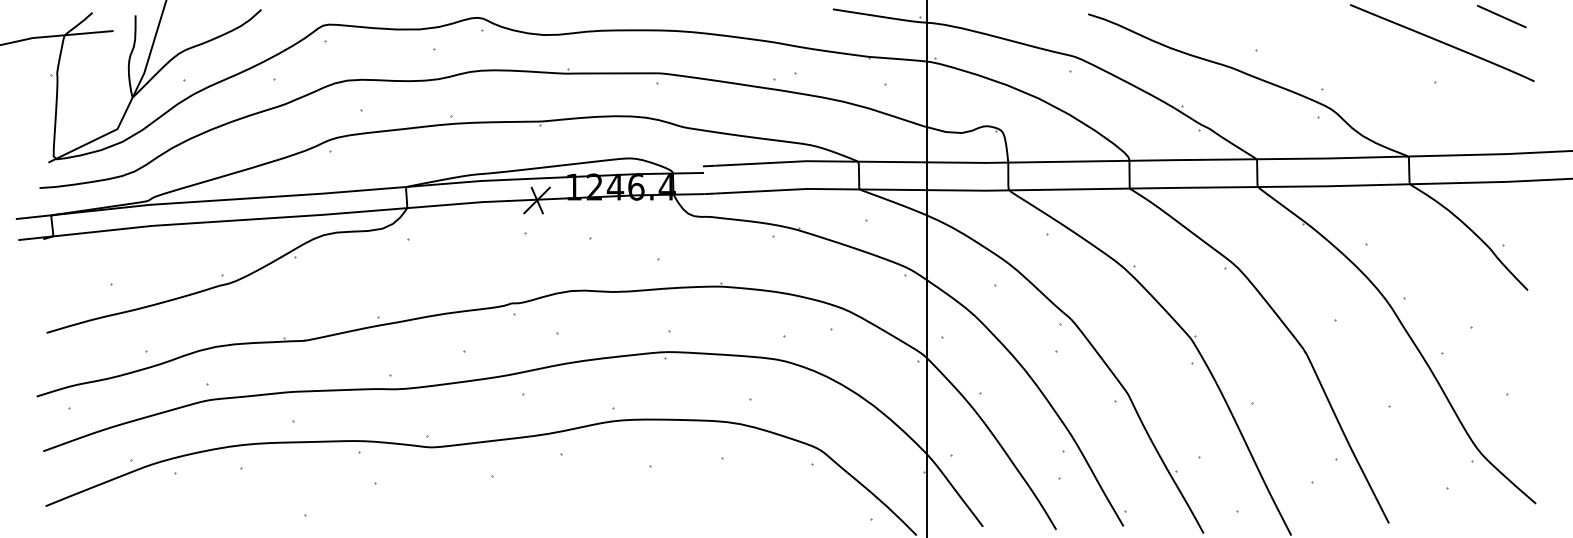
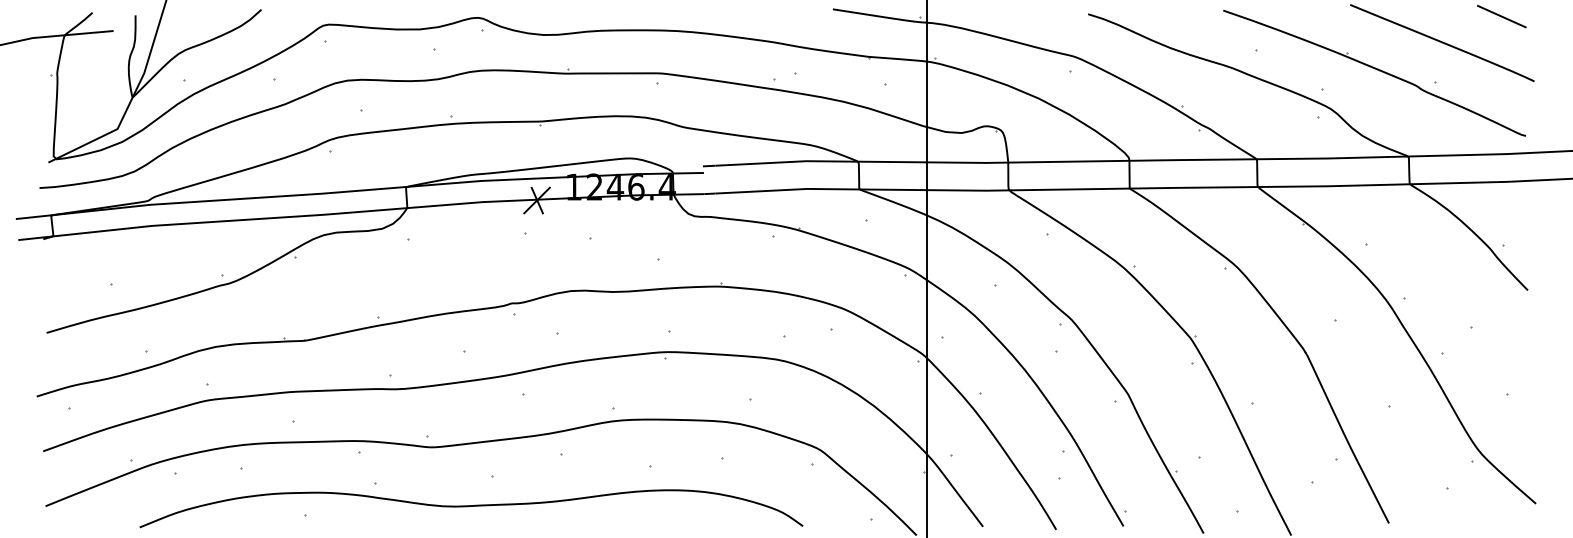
part at (1374, 72): none -> present
curve at (471, 506): none -> present
